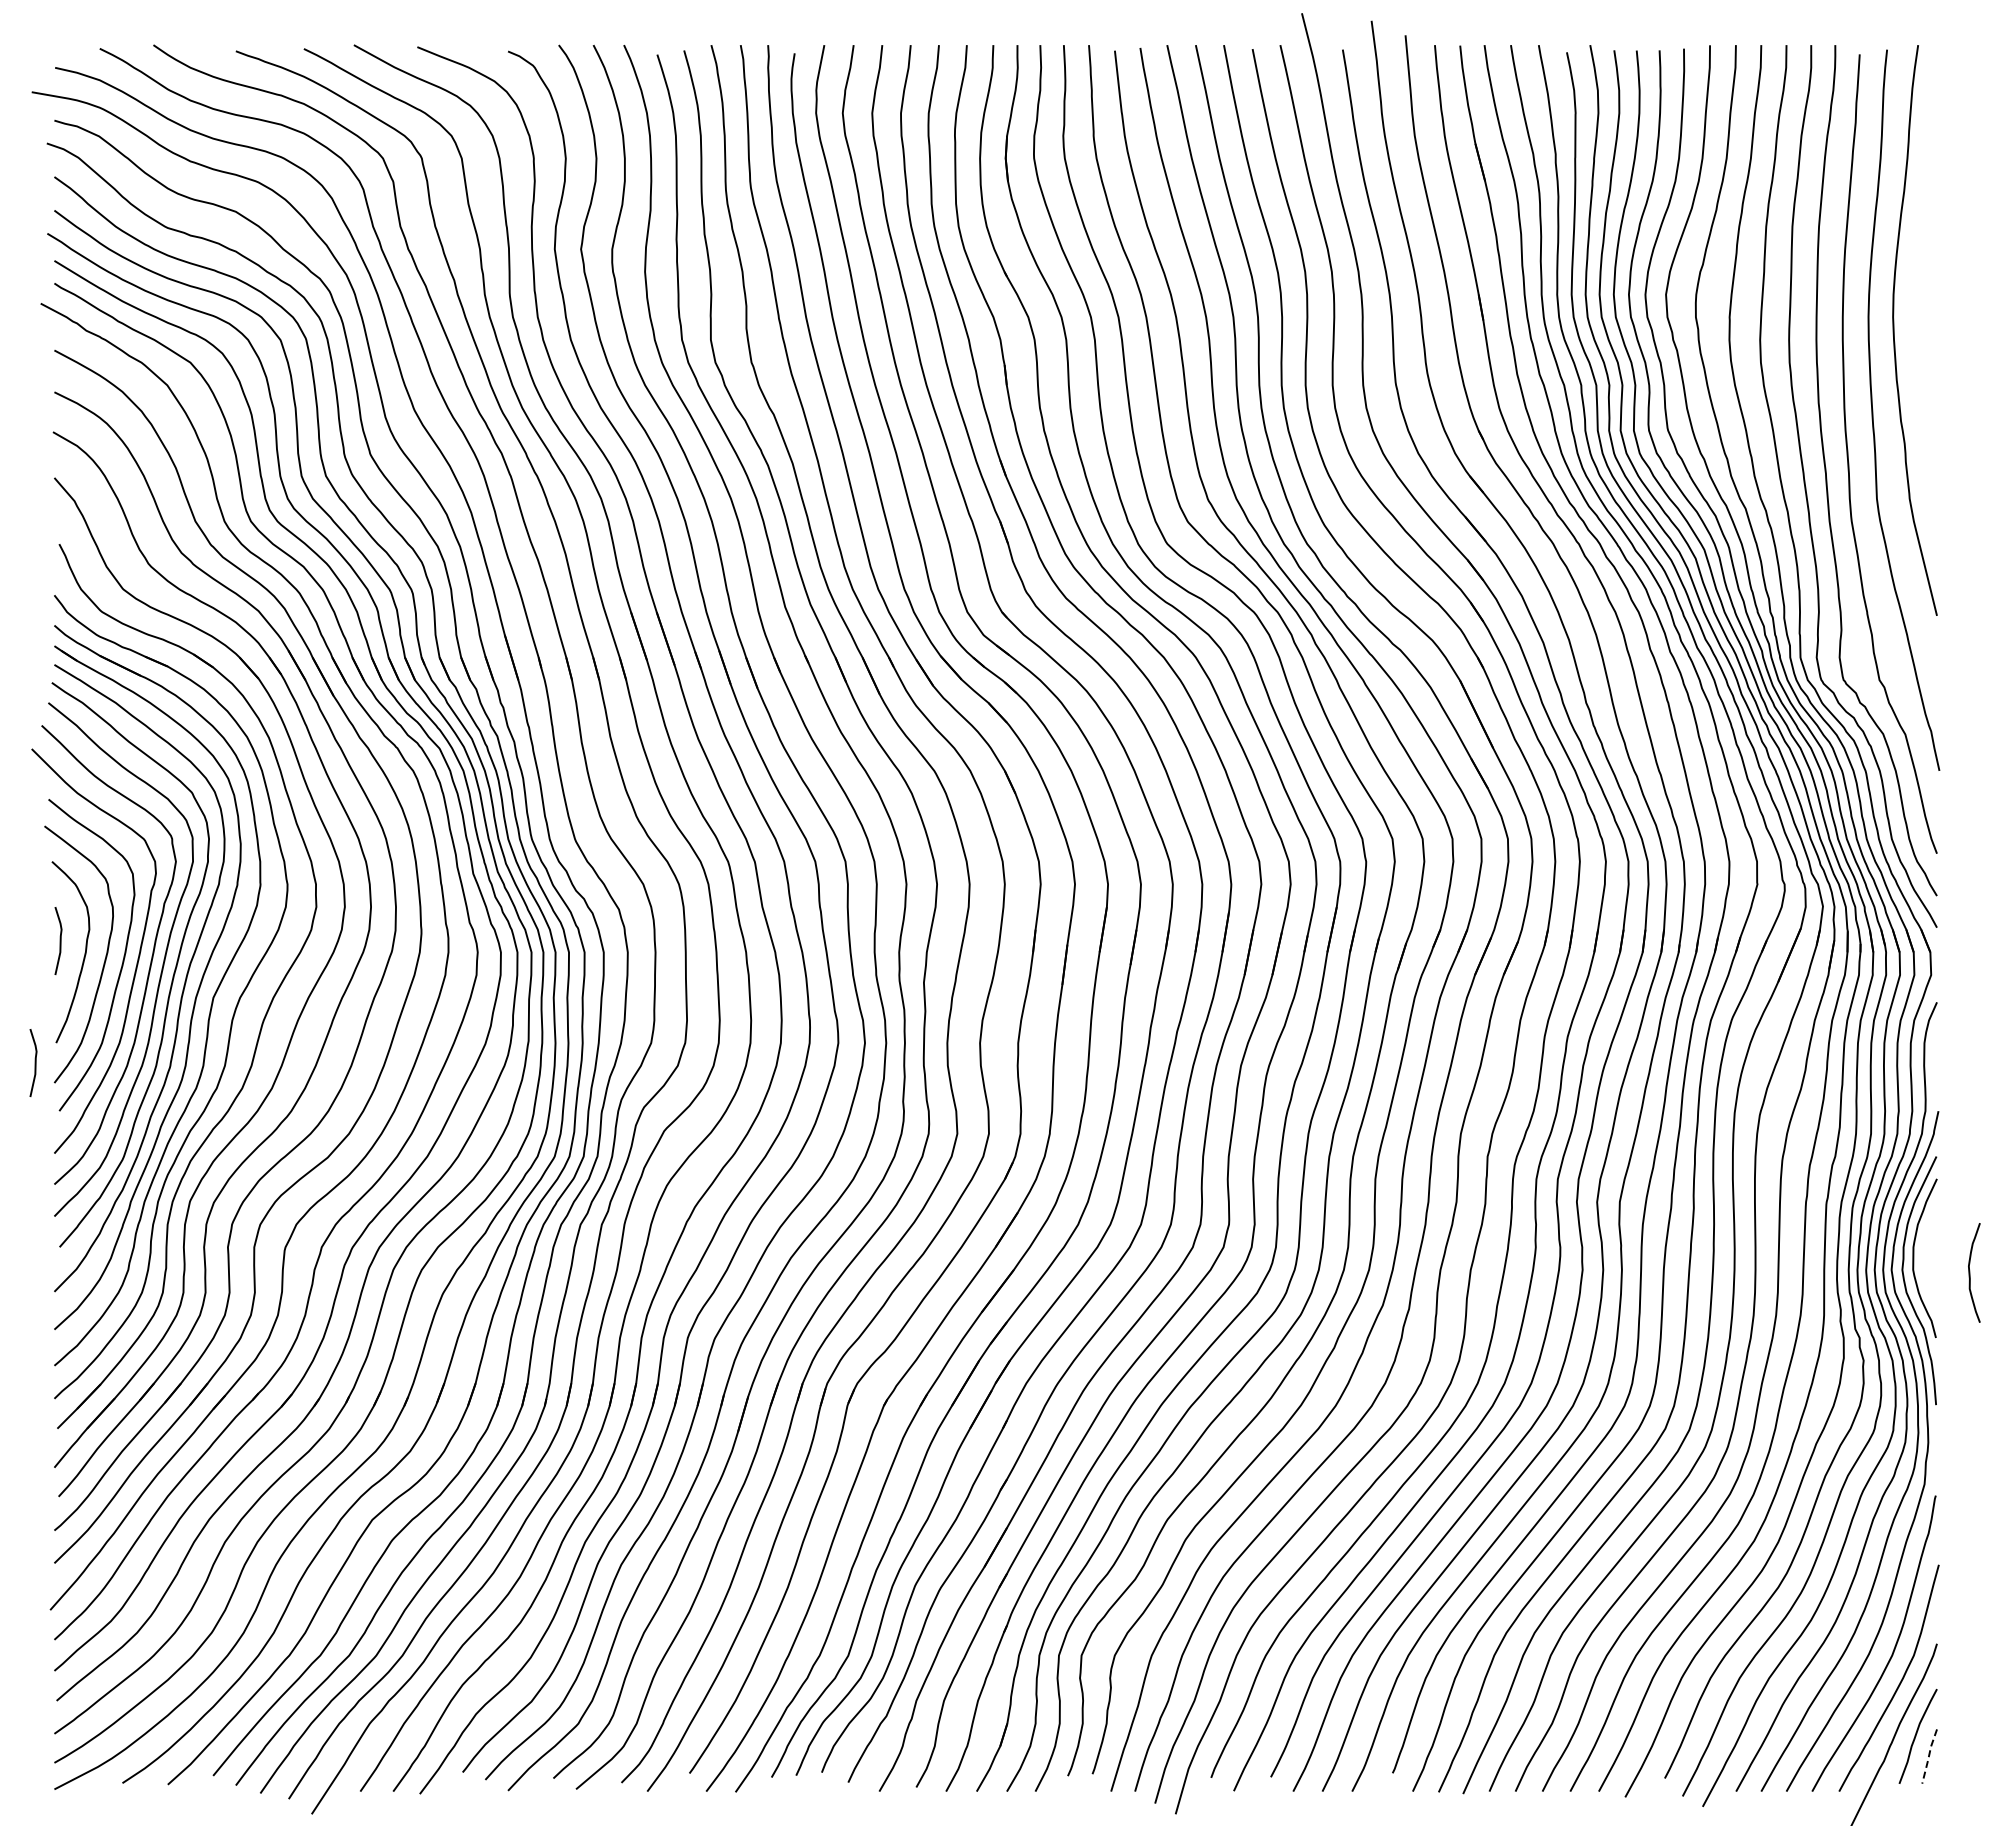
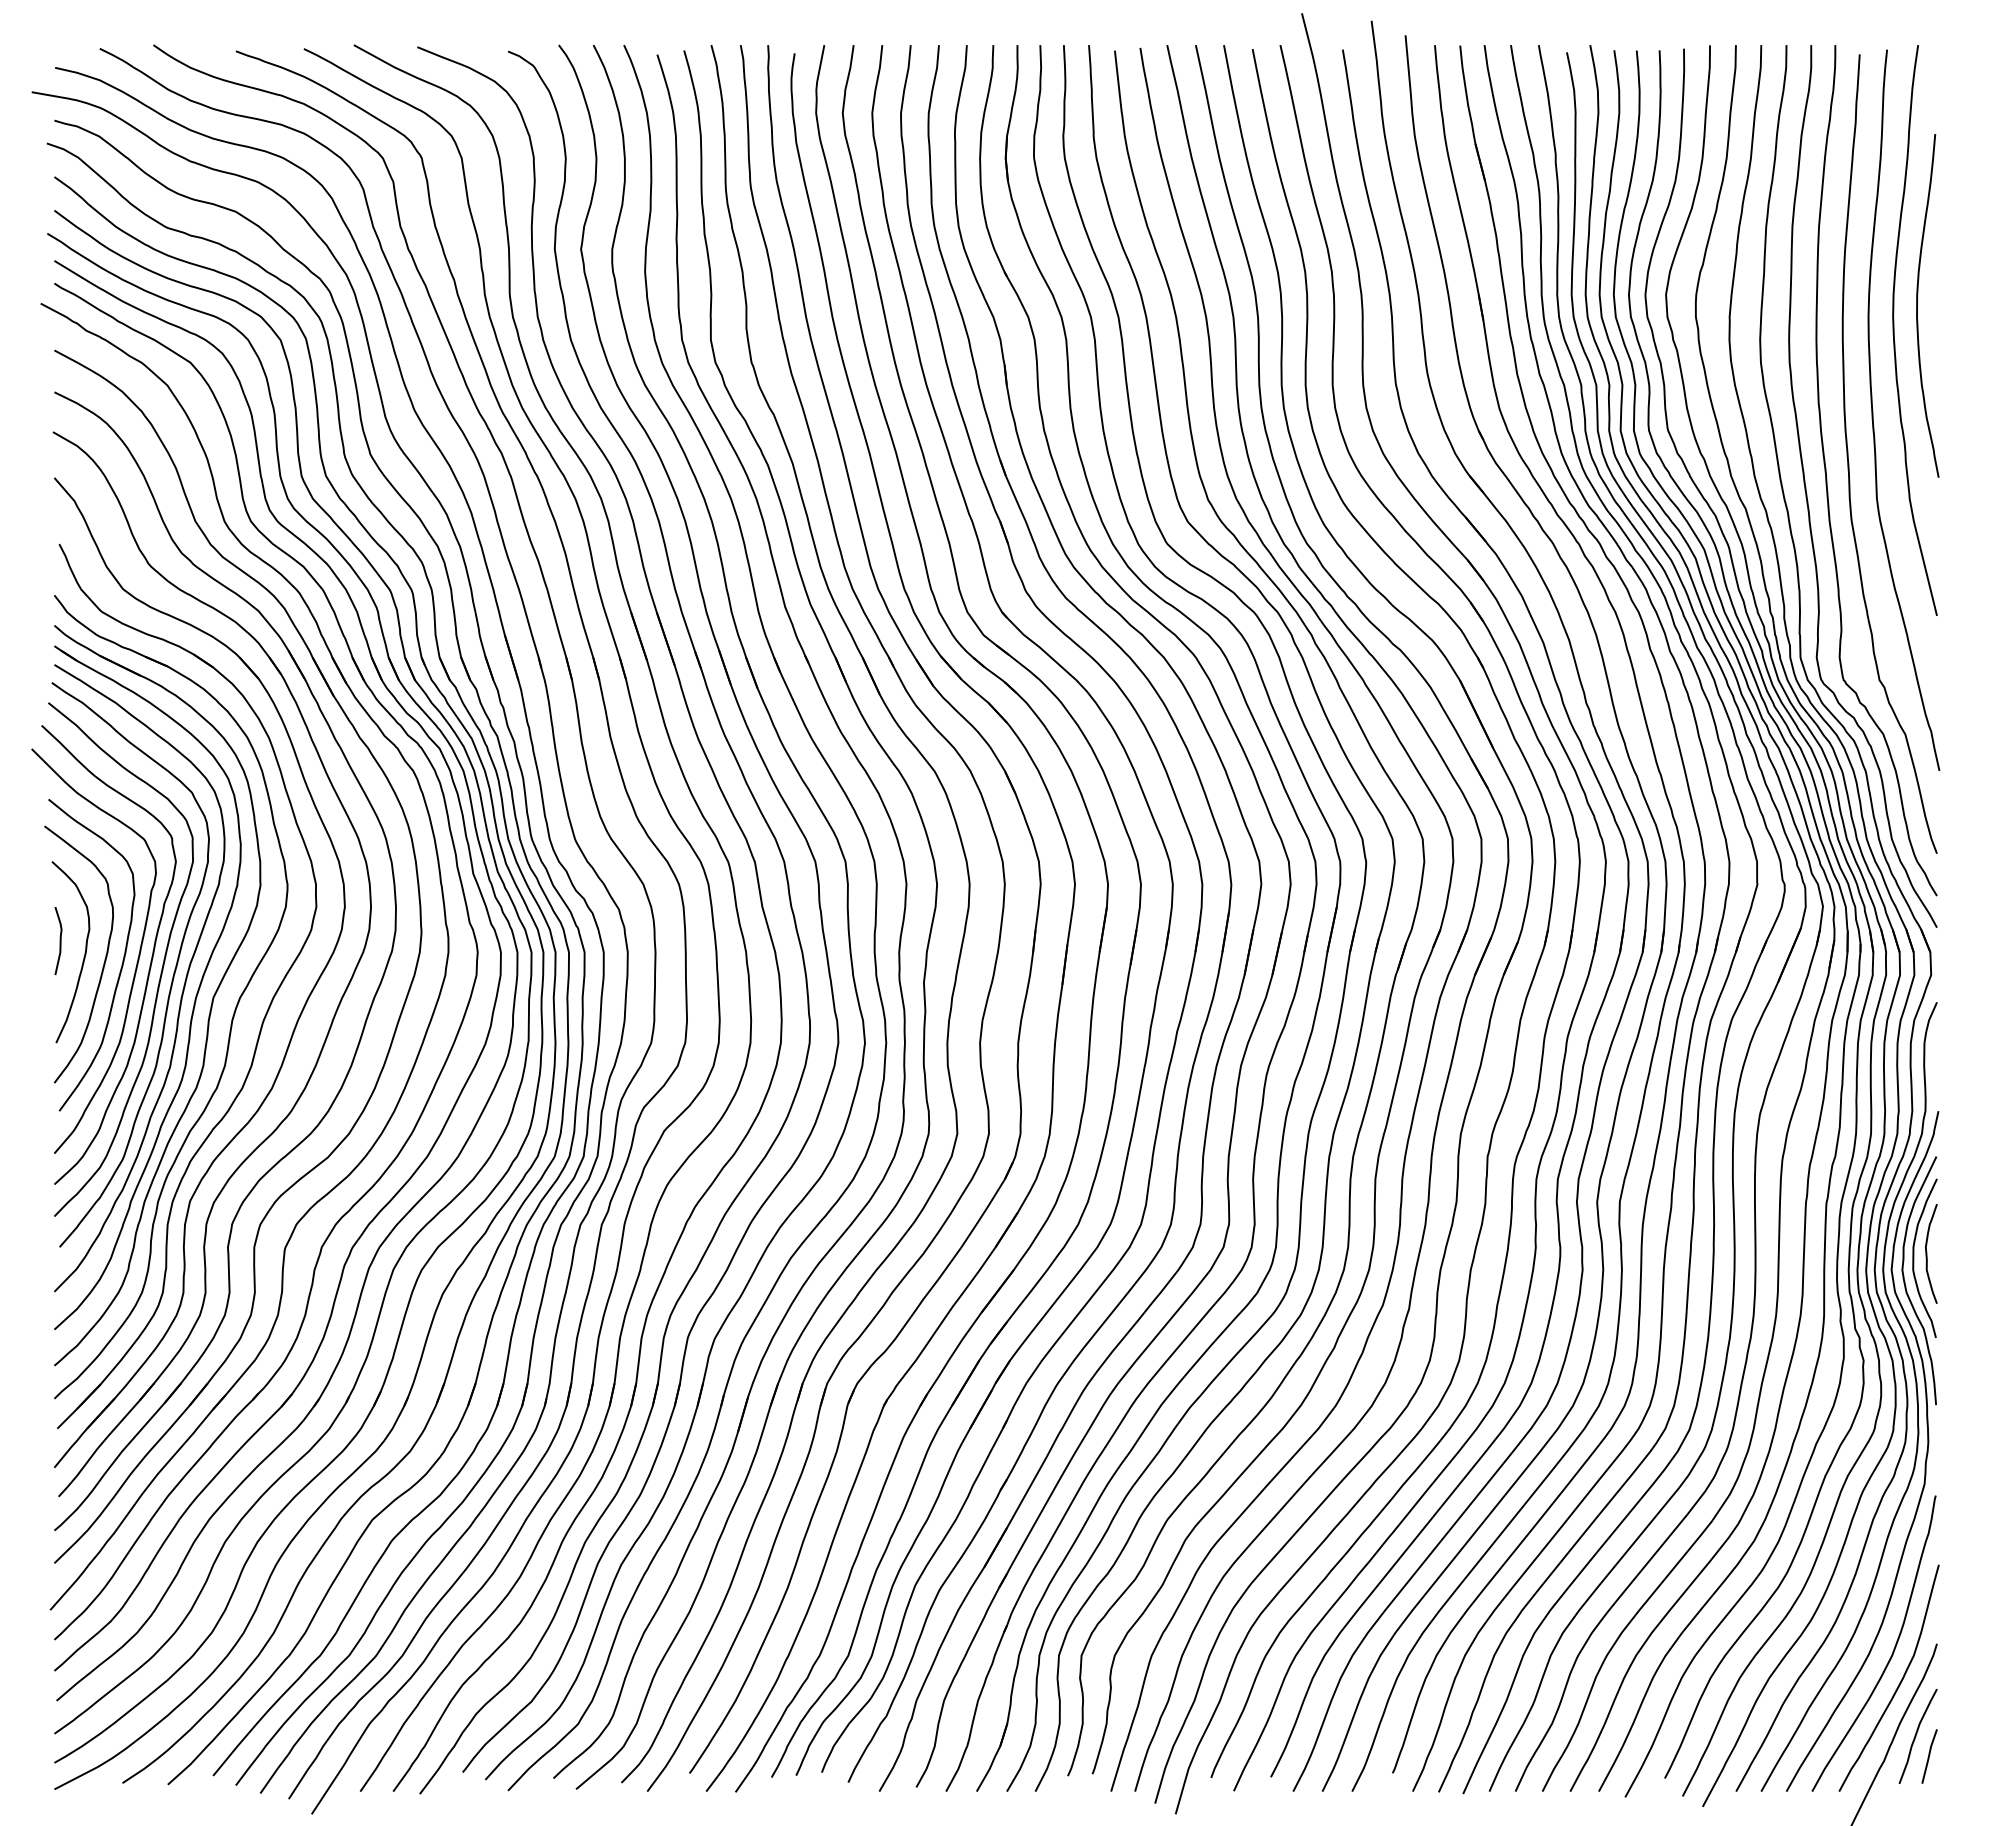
curve at (1917, 305): none -> present
curve at (34, 1062): present -> none
curve at (1970, 1272) position: (1970, 1272) -> (1927, 1253)
line at (1928, 1756): dashed -> solid
